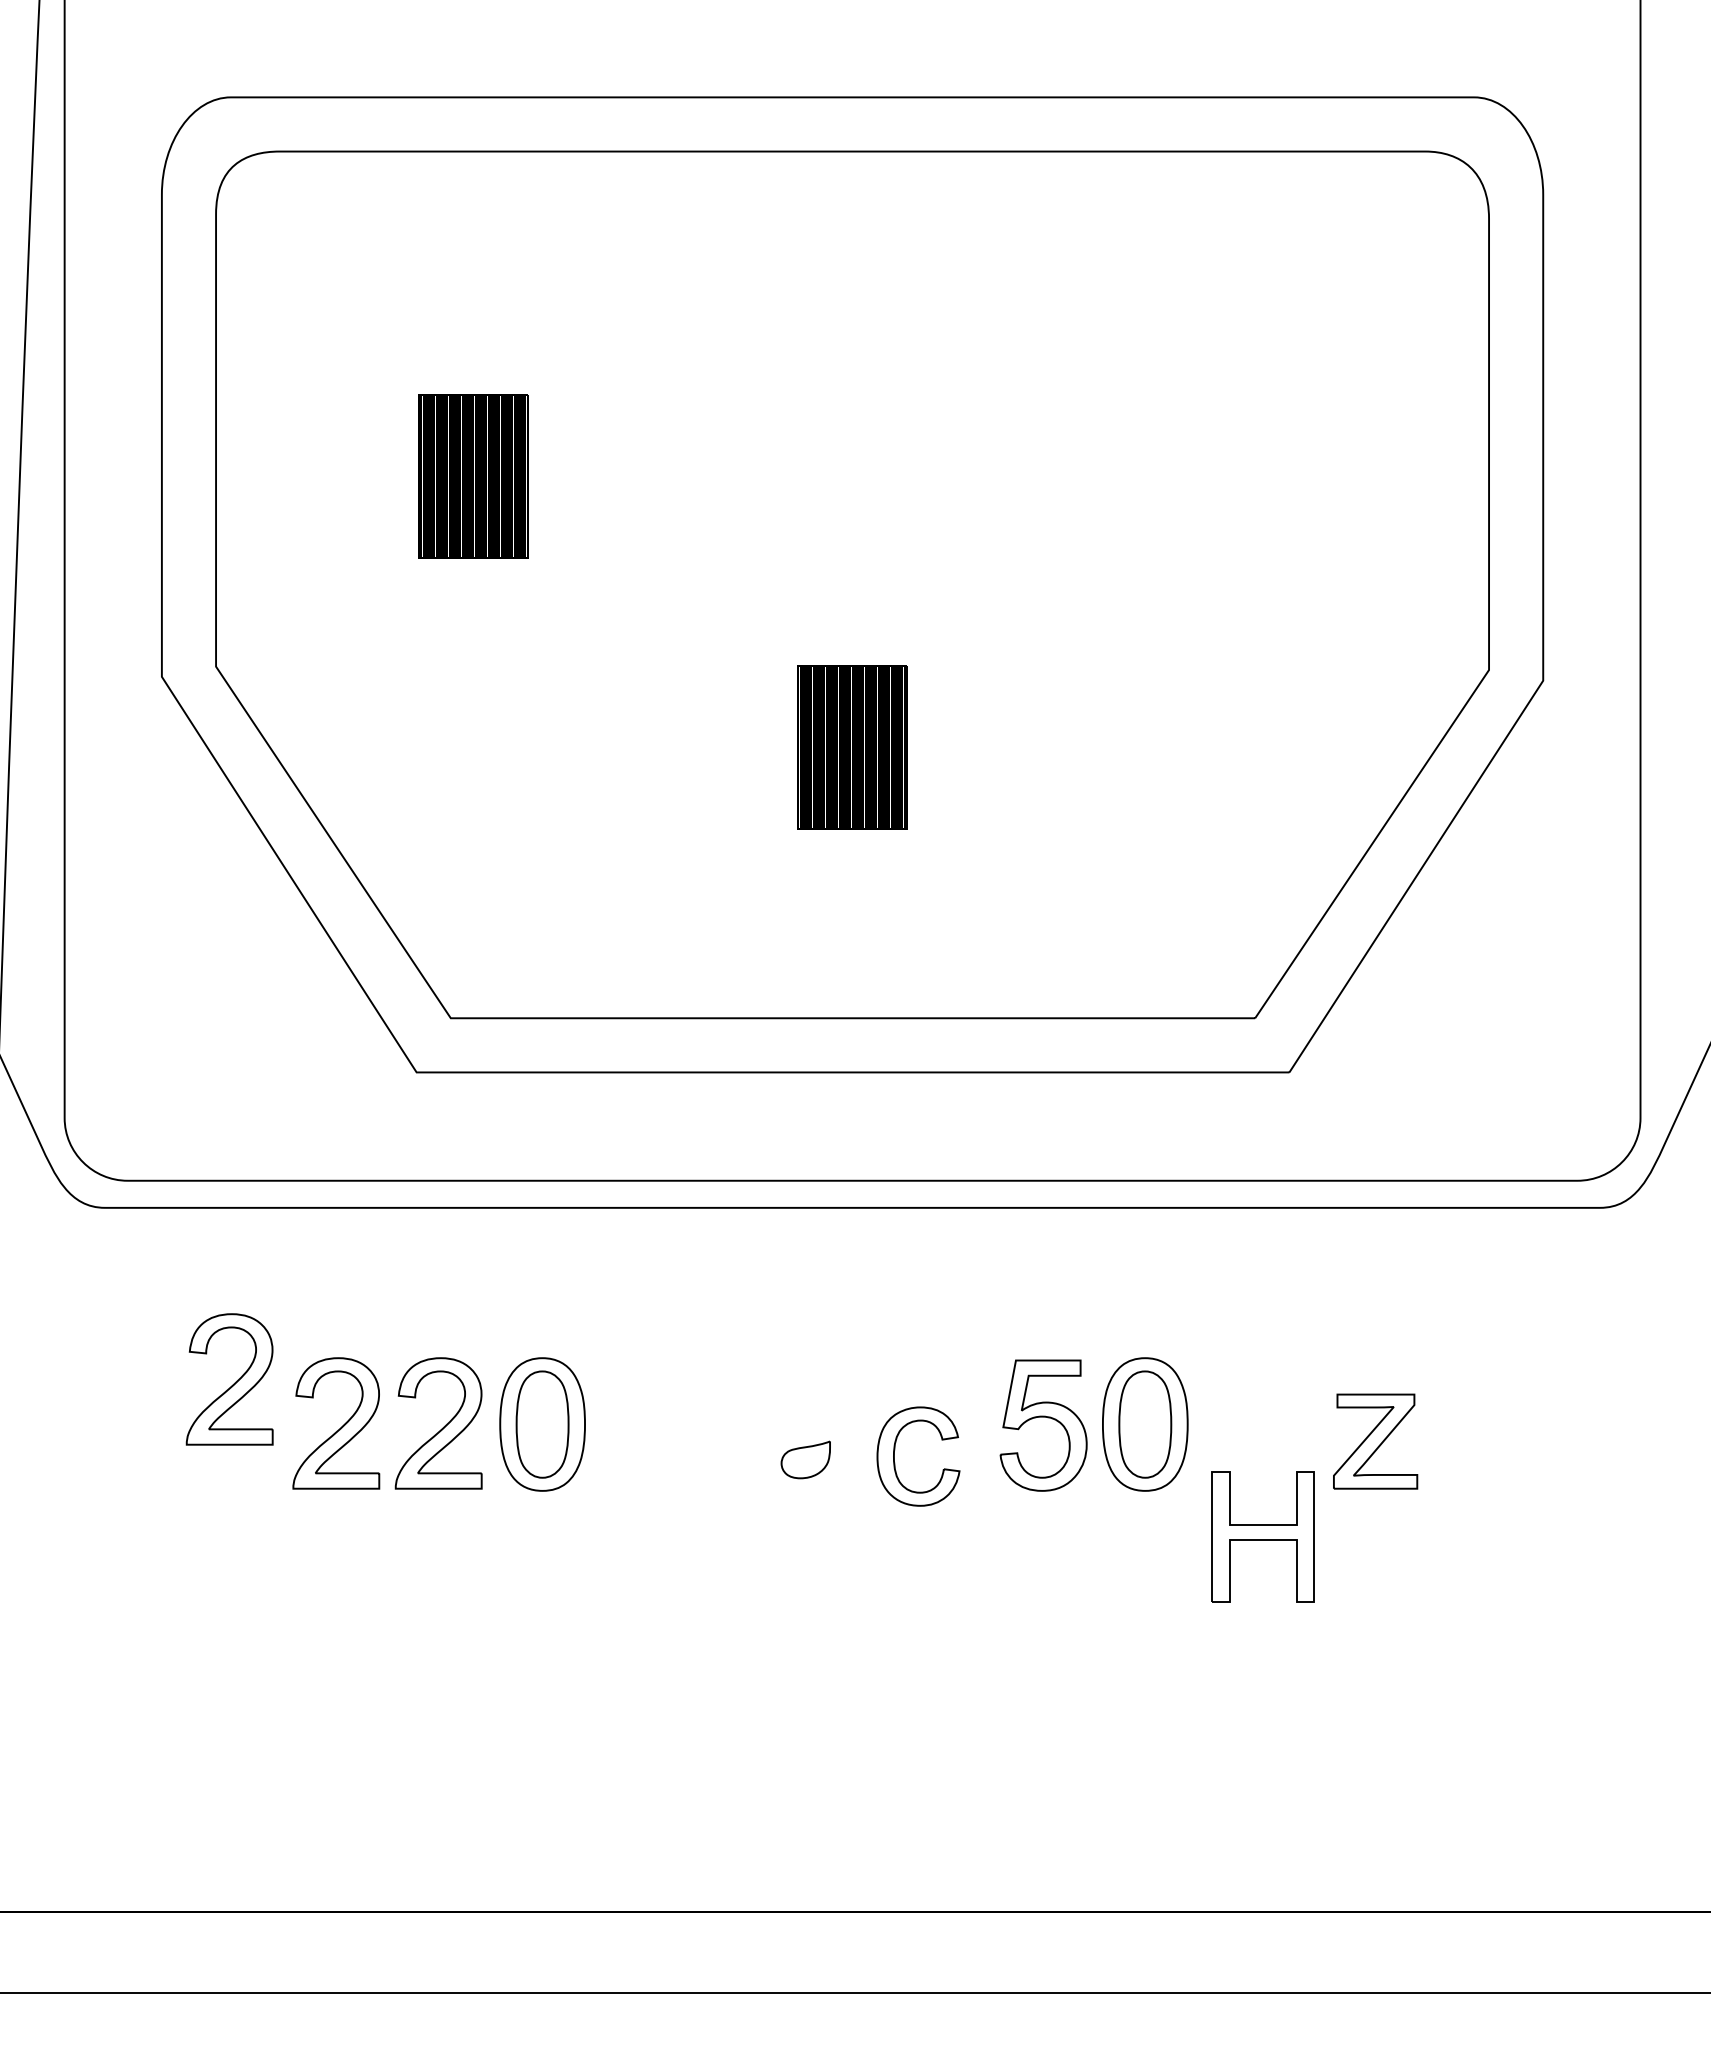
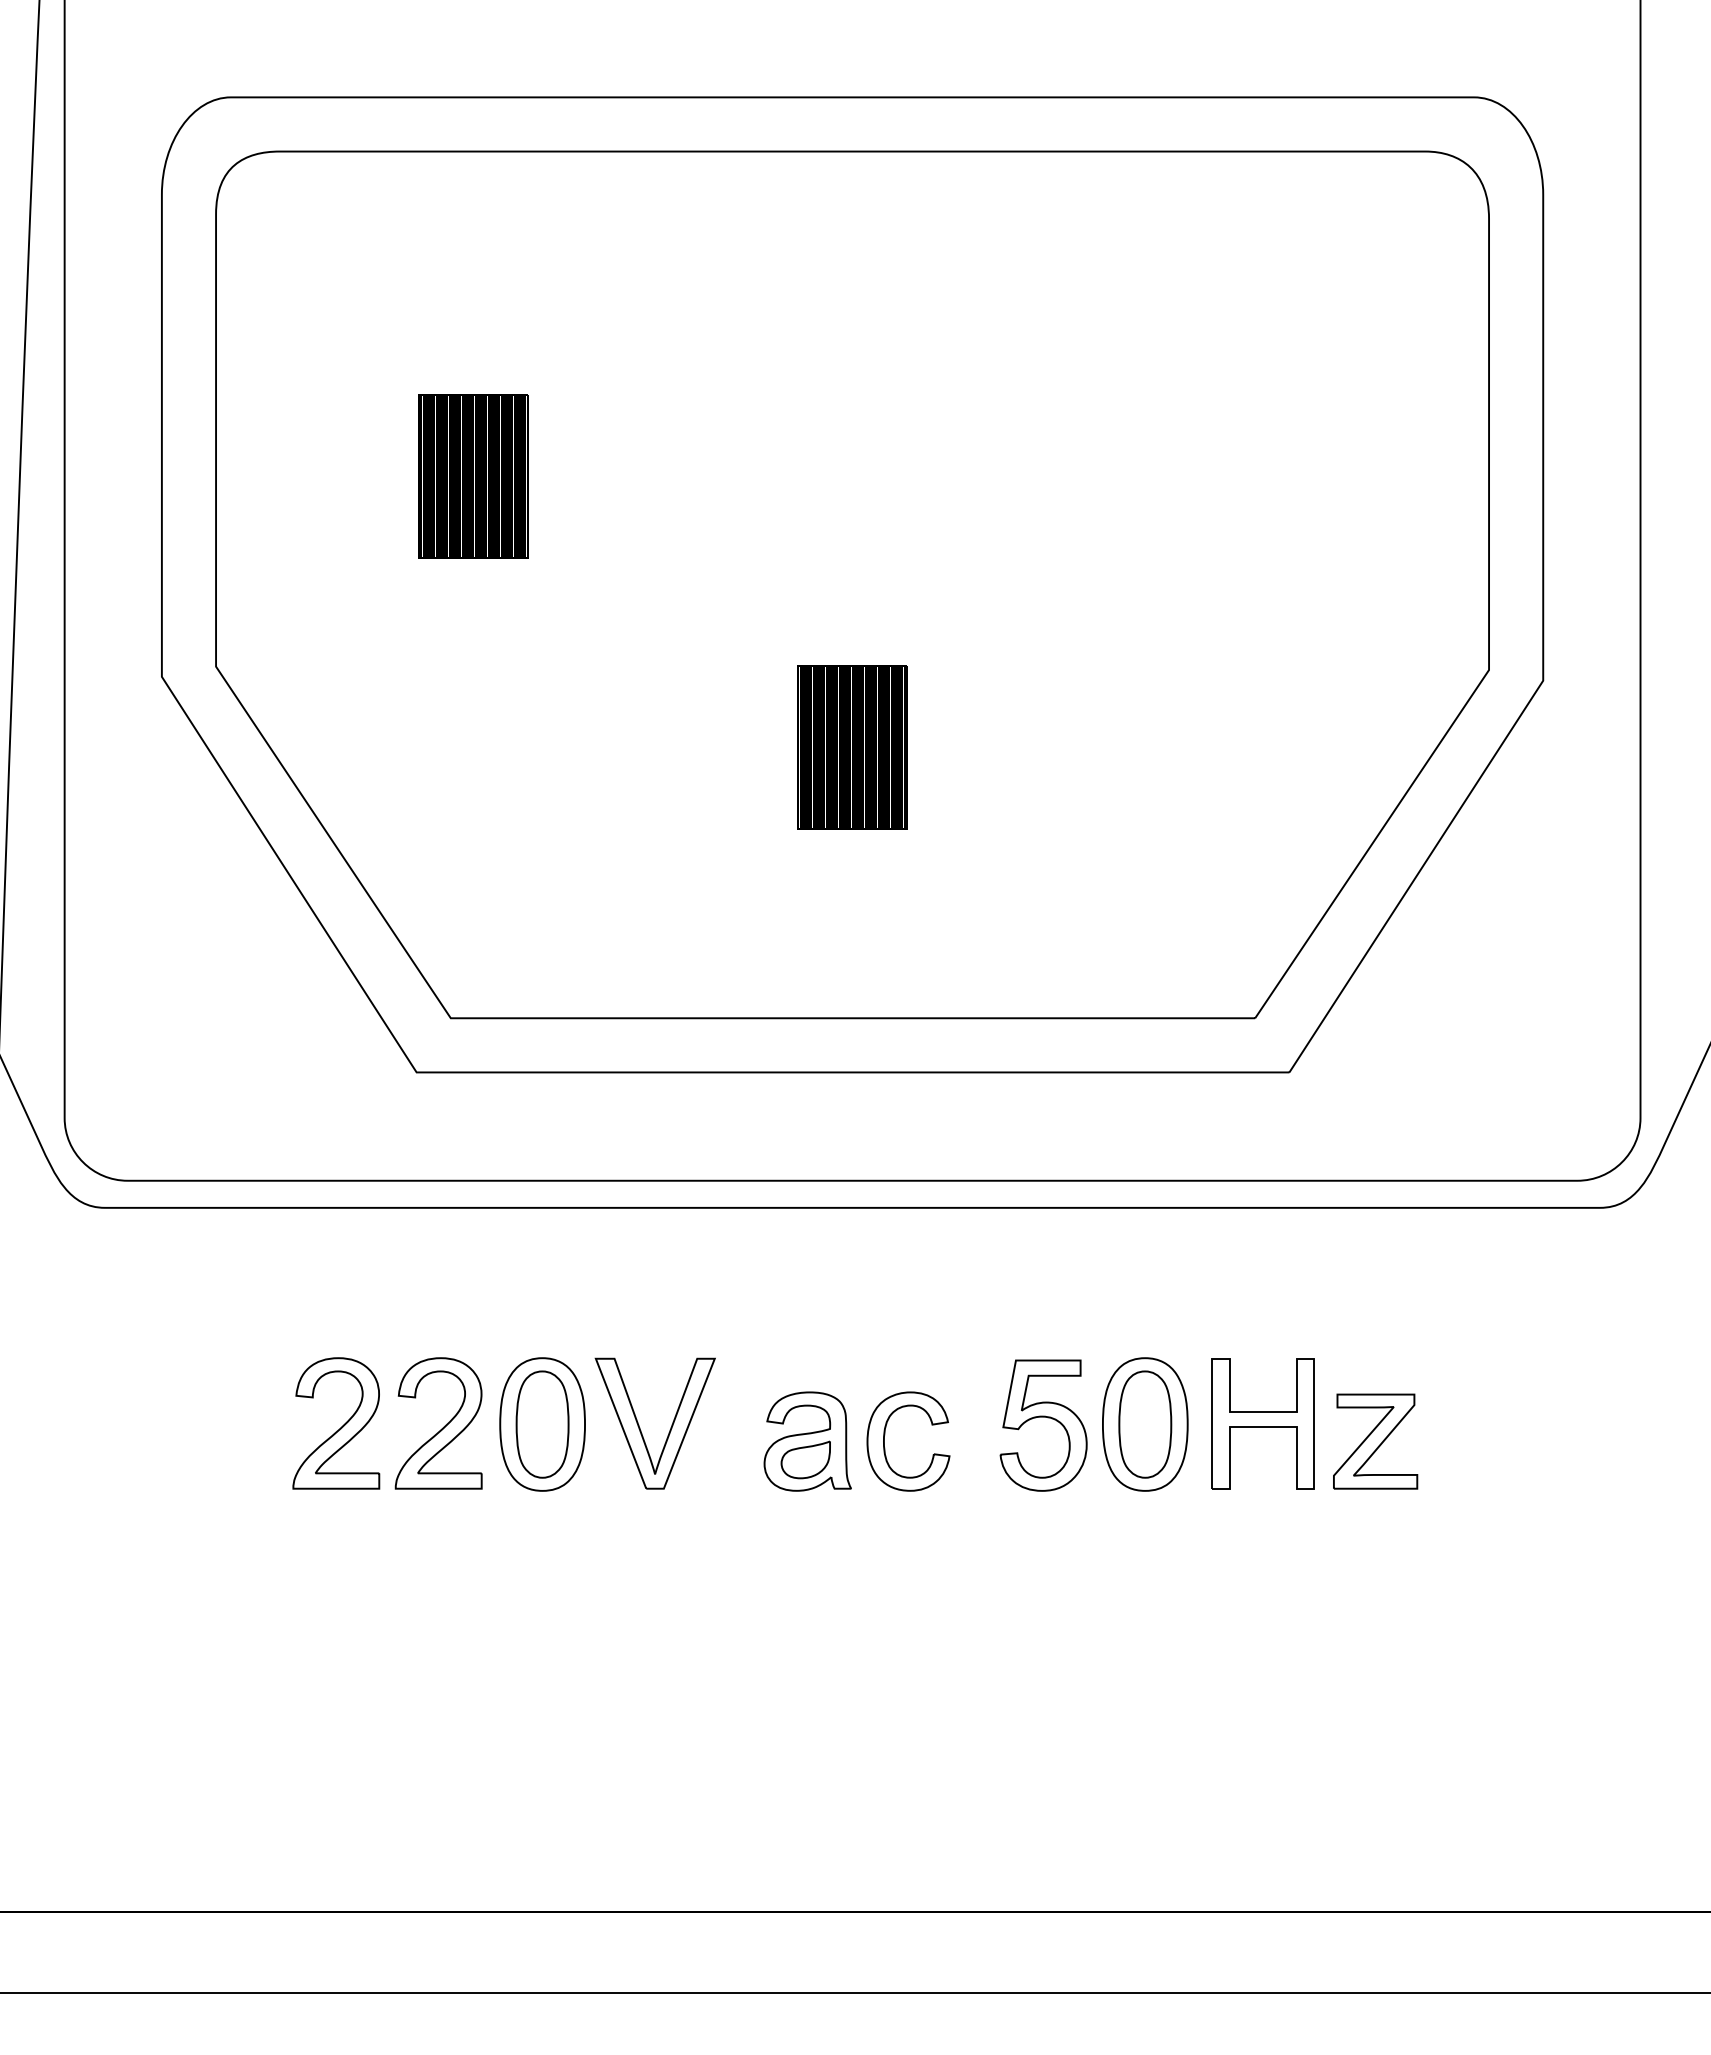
part at (229, 1379): present -> none
part at (640, 1427): none -> present
part at (807, 1441): none -> present
part at (895, 1450) position: (895, 1450) -> (885, 1435)
part at (1262, 1536) position: (1262, 1536) -> (1262, 1423)
